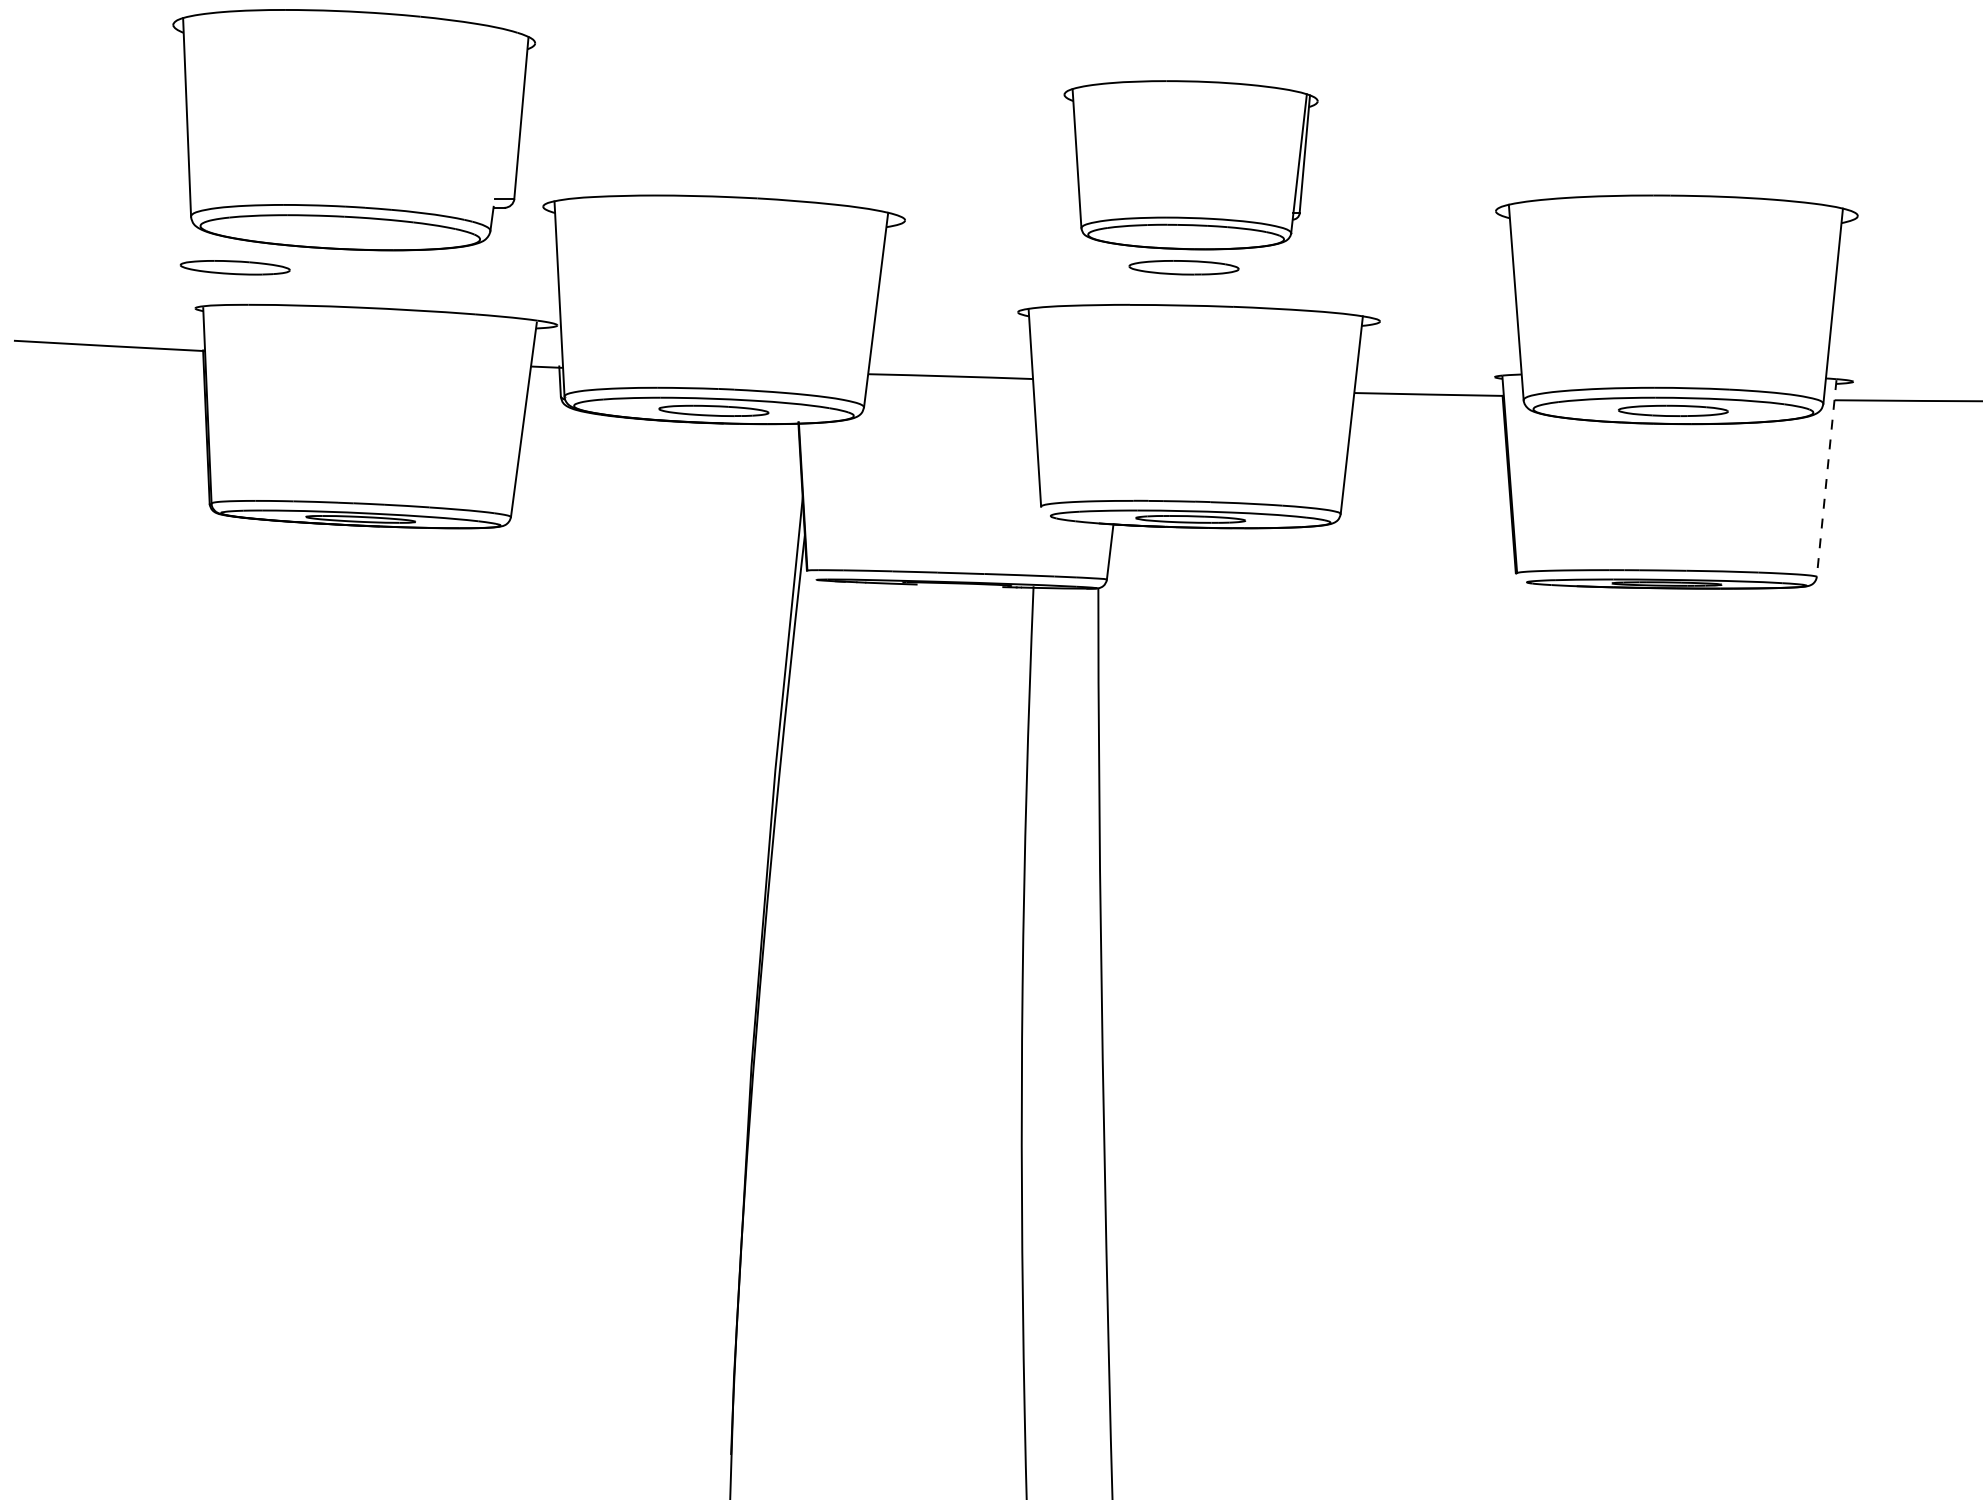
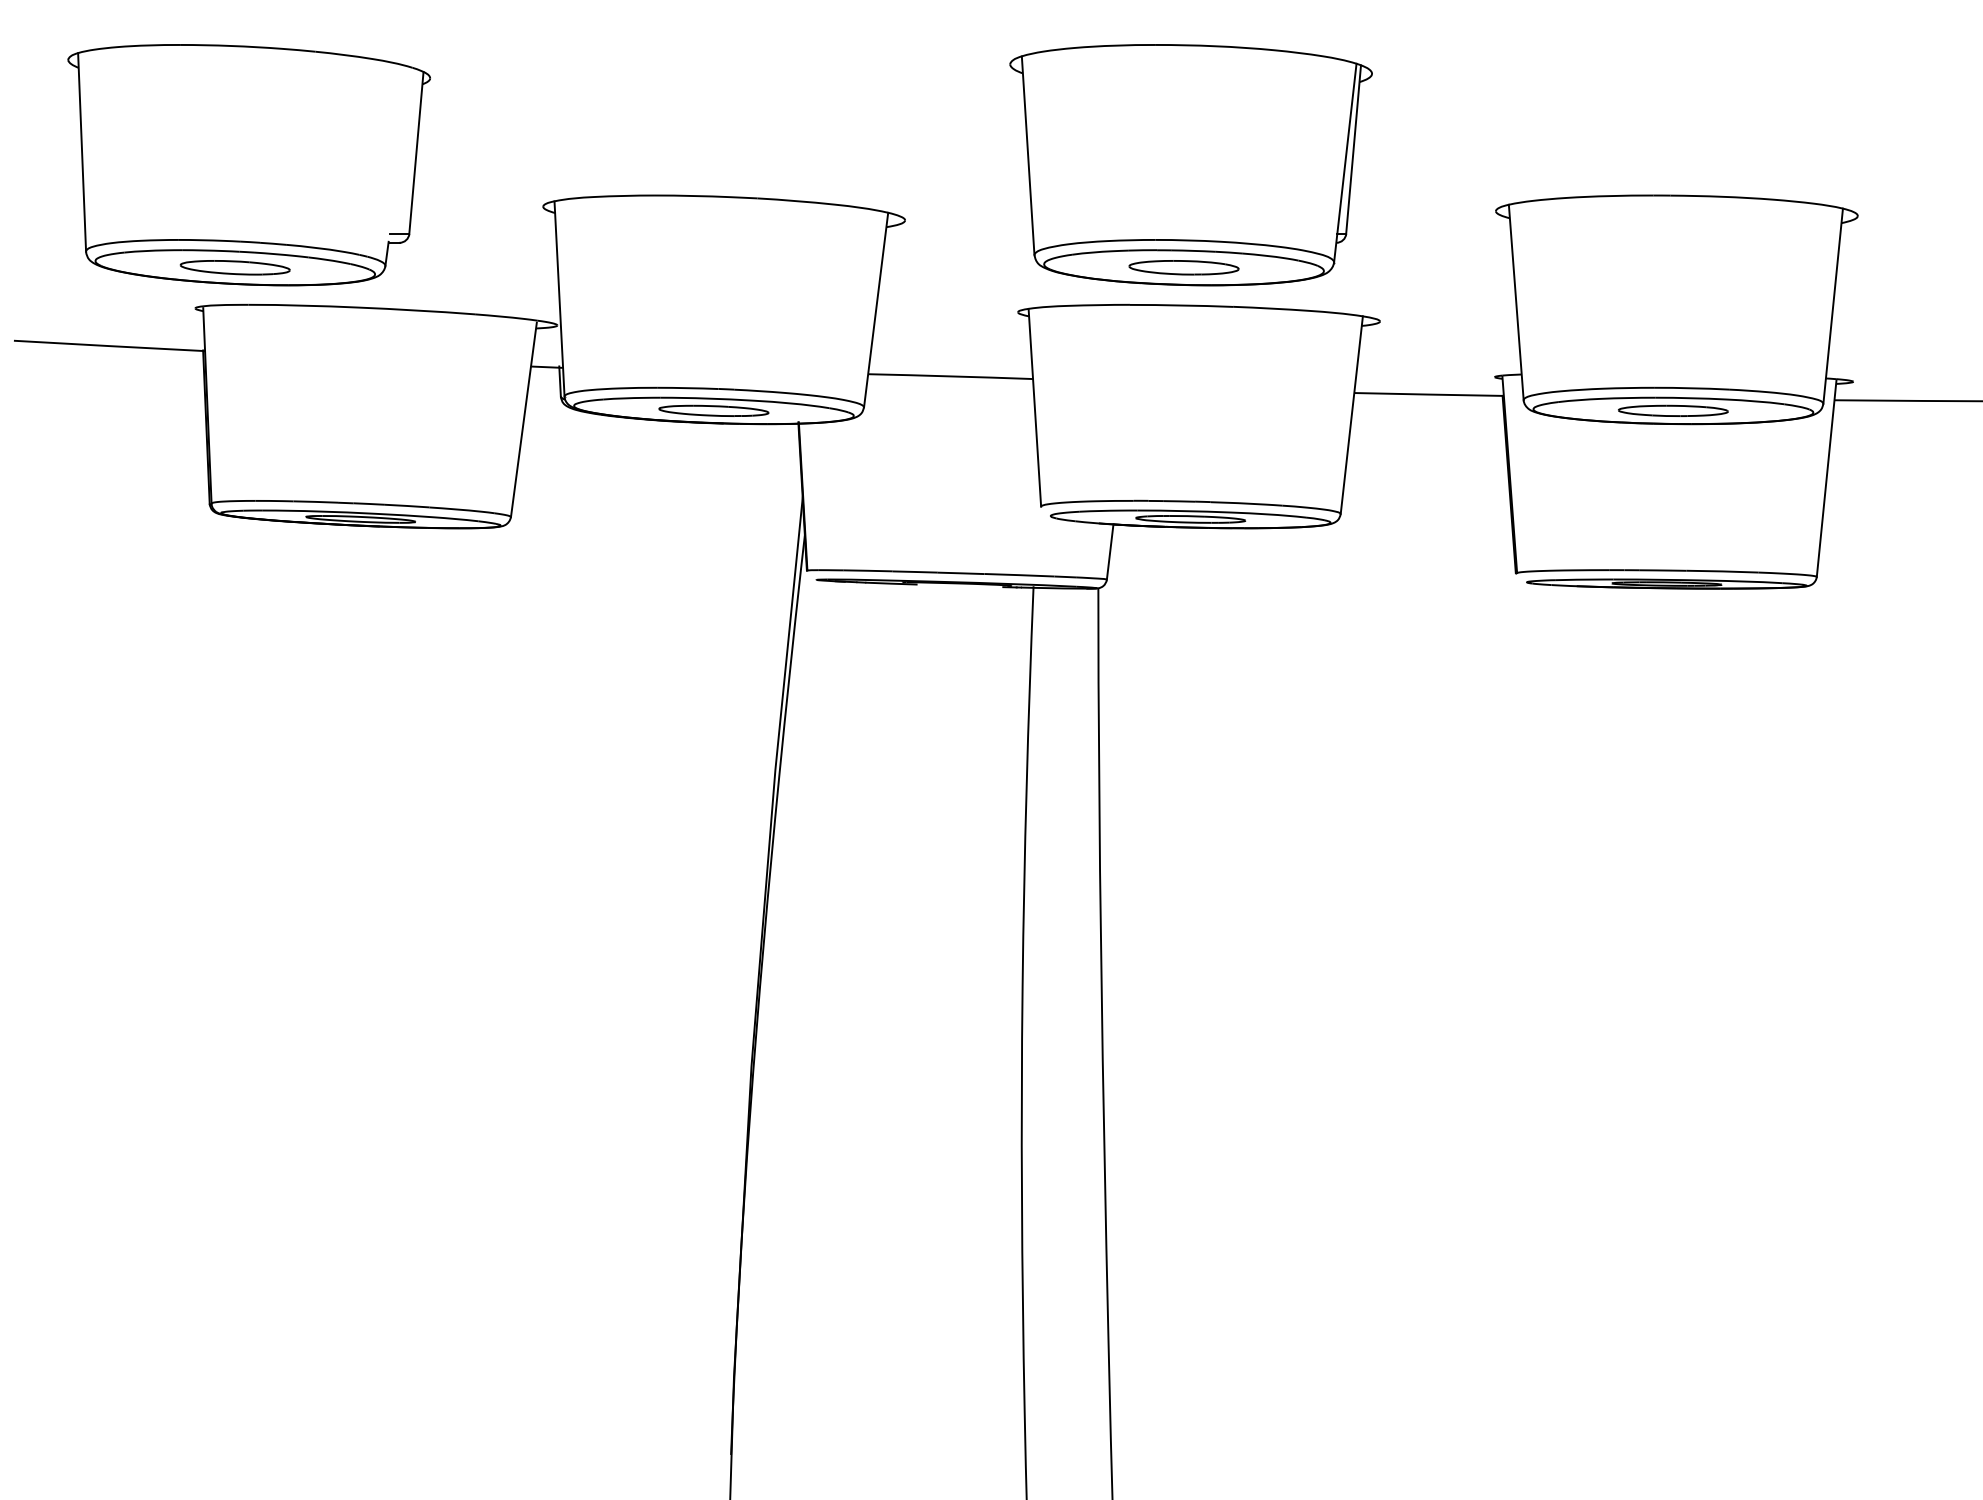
part at (353, 130) position: (353, 130) -> (248, 165)
part at (1190, 165) size: 256x171 px -> 364x243 px
line at (1826, 478): dashed -> solid
